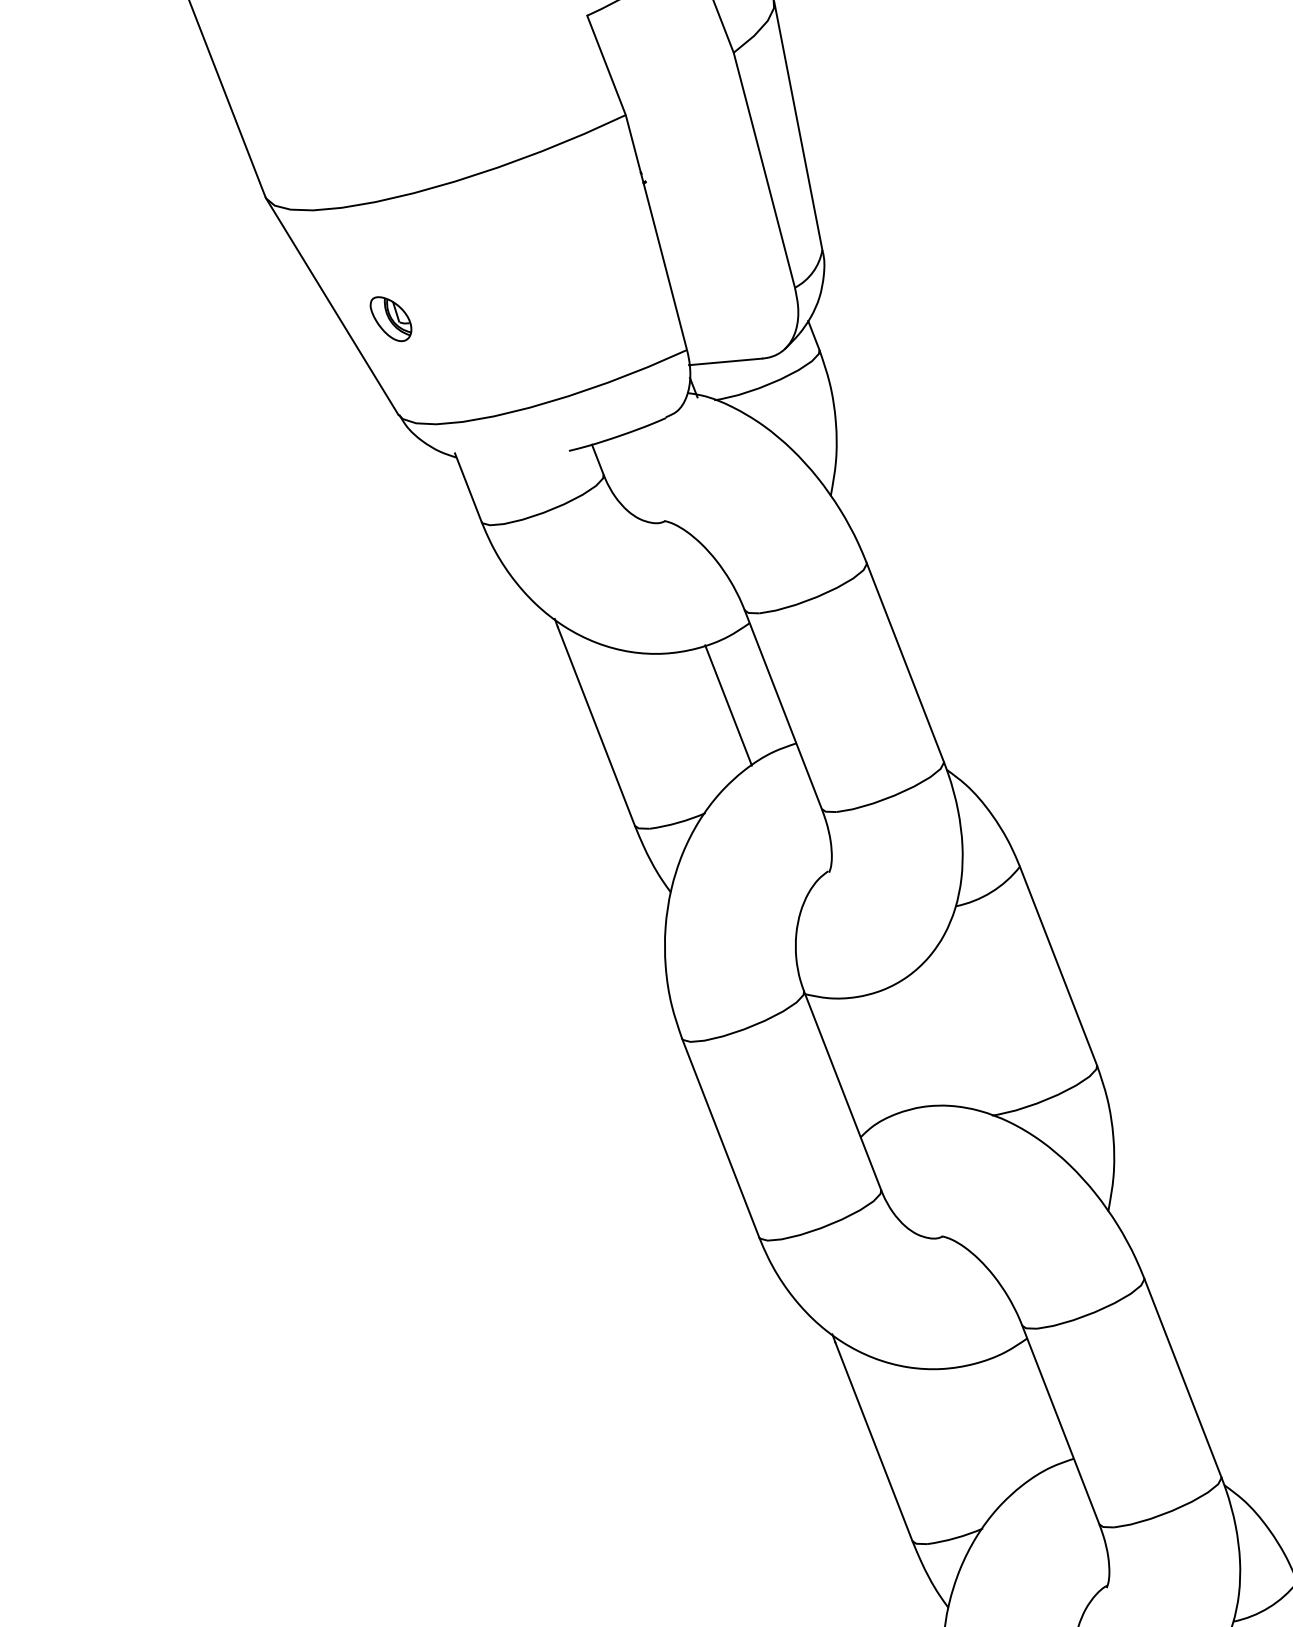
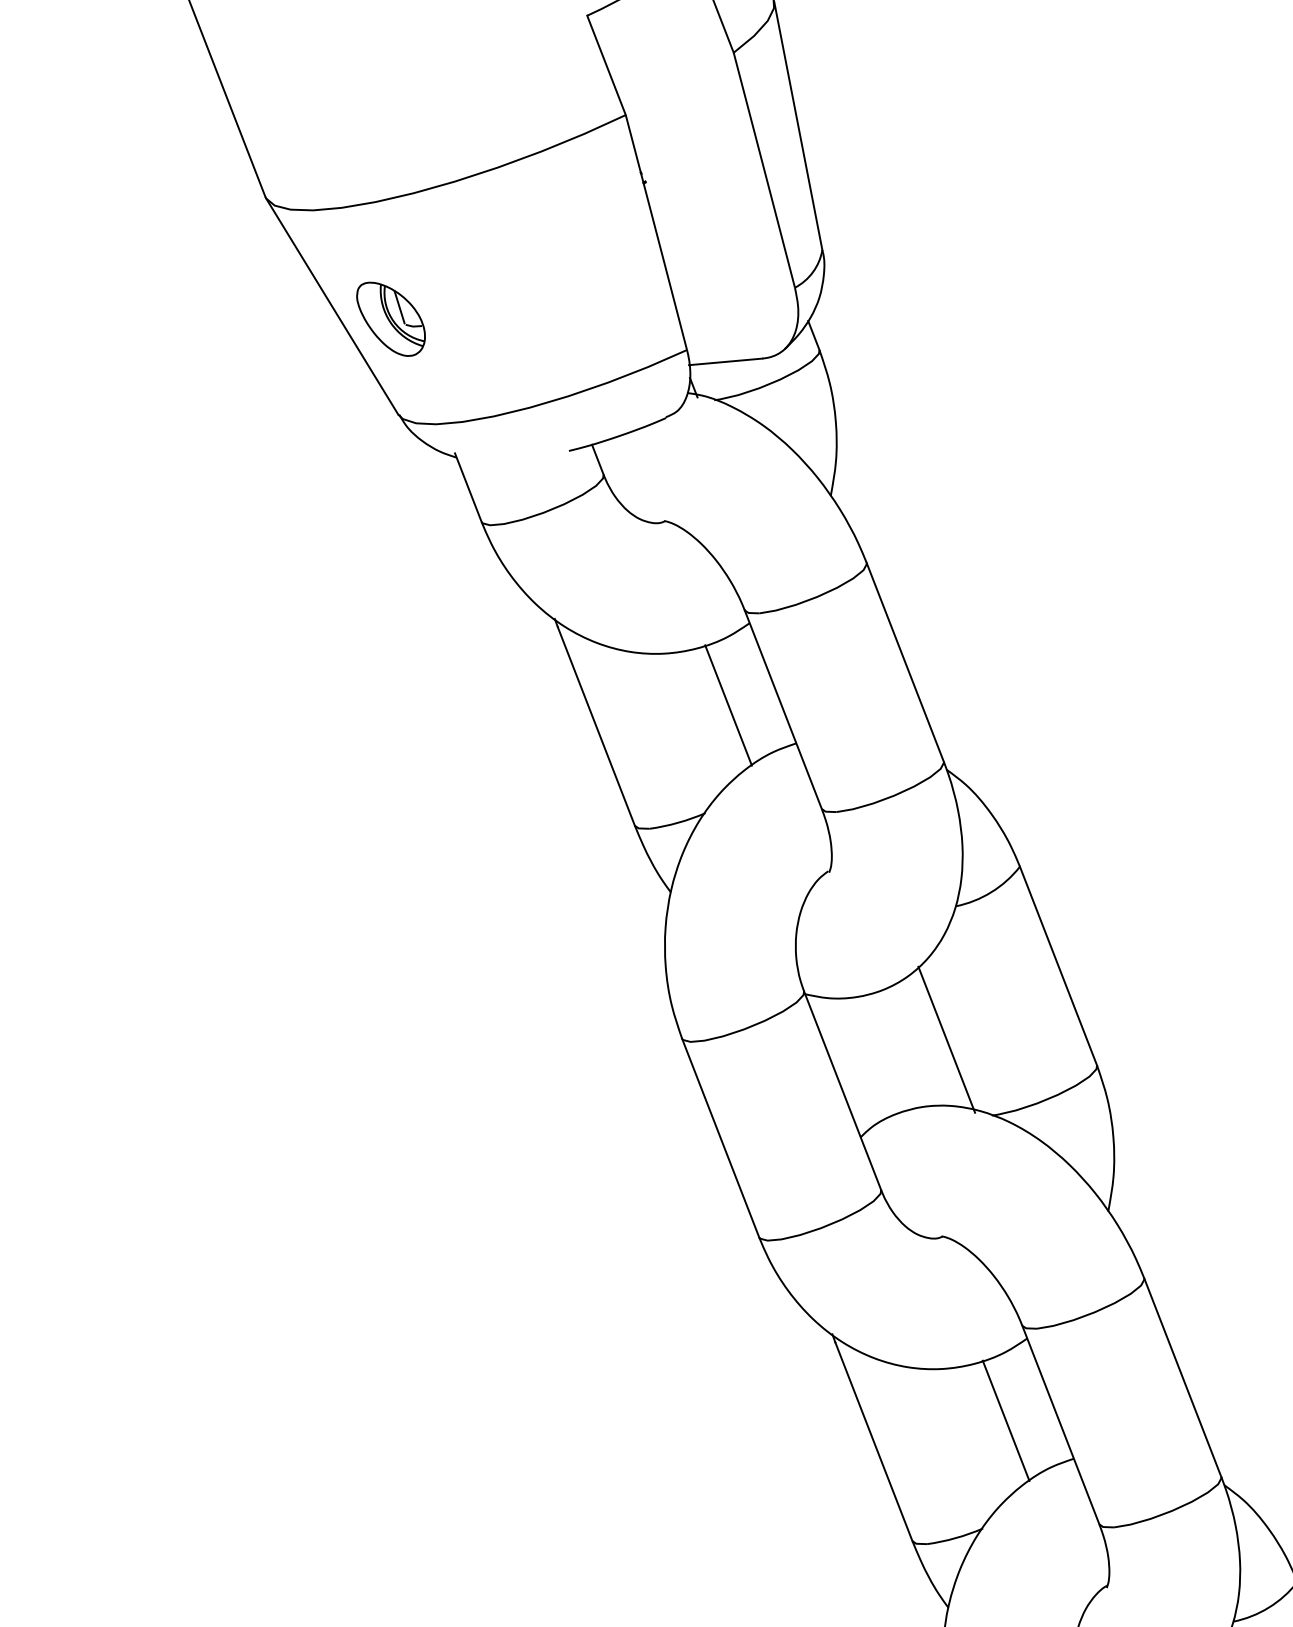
part at (390, 319) size: 44x47 px -> 70x76 px
line at (946, 1039): none -> present
line at (1005, 1420): none -> present
